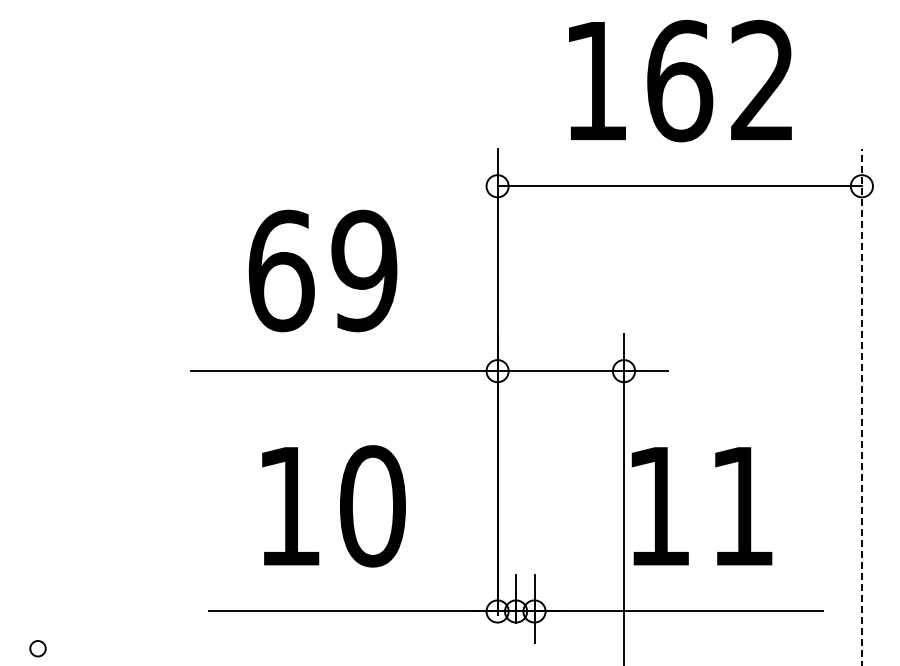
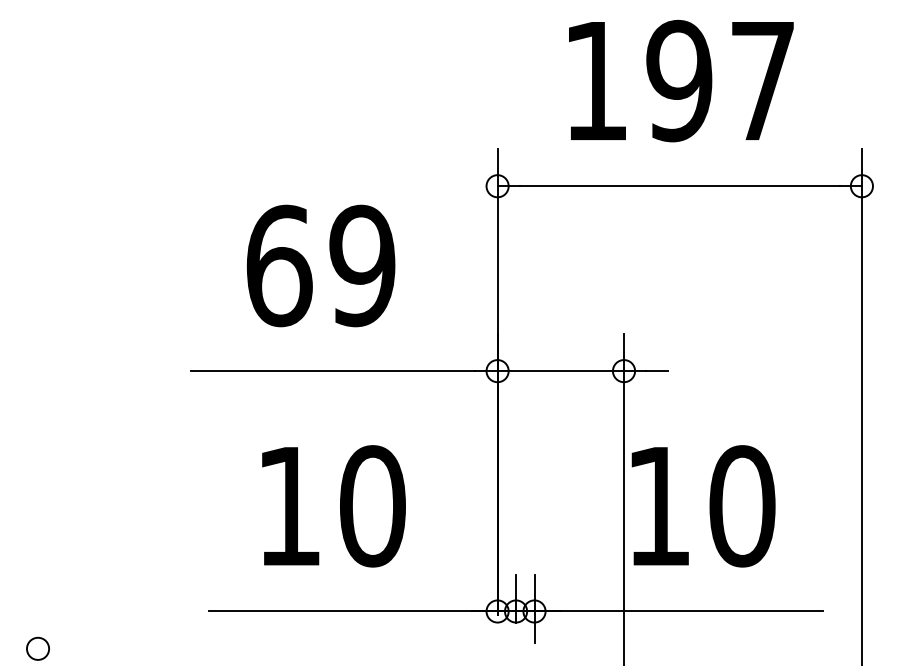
text at (719, 80): 162 -> 197
text at (322, 270) position: (322, 270) -> (320, 265)
line at (861, 407): dashed -> solid
text at (742, 506): 11 -> 10
circle at (37, 648) size: 18x18 px -> 24x25 px
